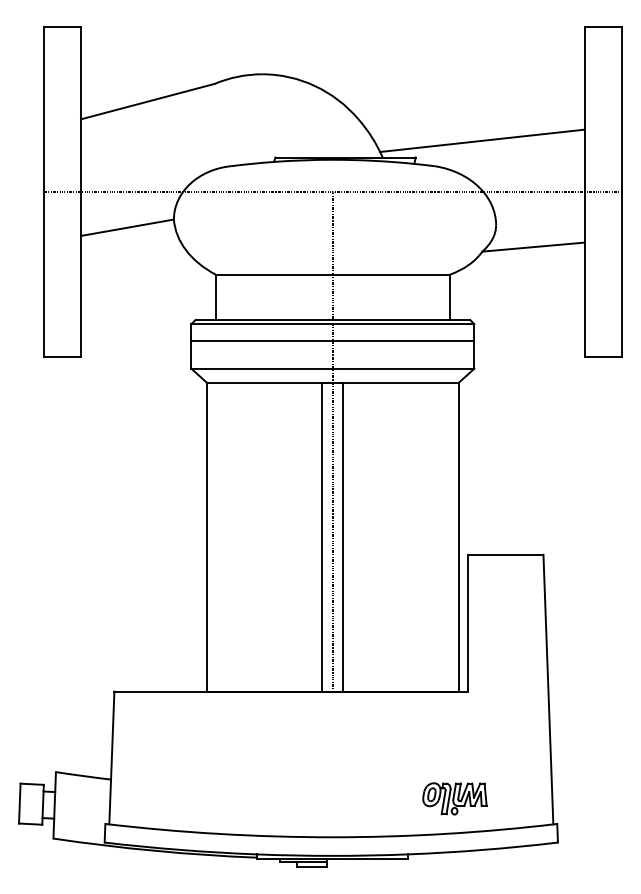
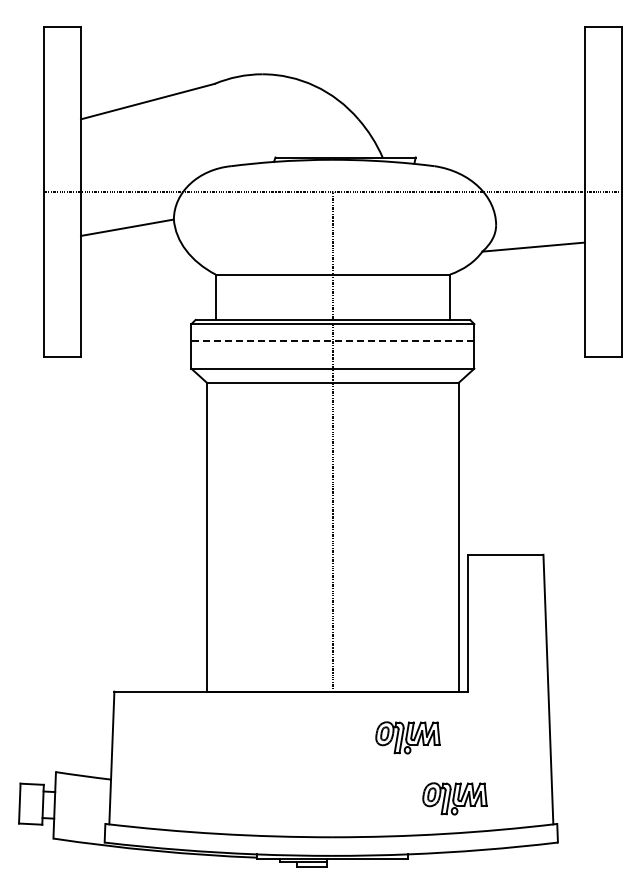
line at (482, 140): present -> none
line at (332, 340): solid -> dashed
line at (322, 536): present -> none
line at (343, 536): present -> none
part at (407, 737): none -> present
